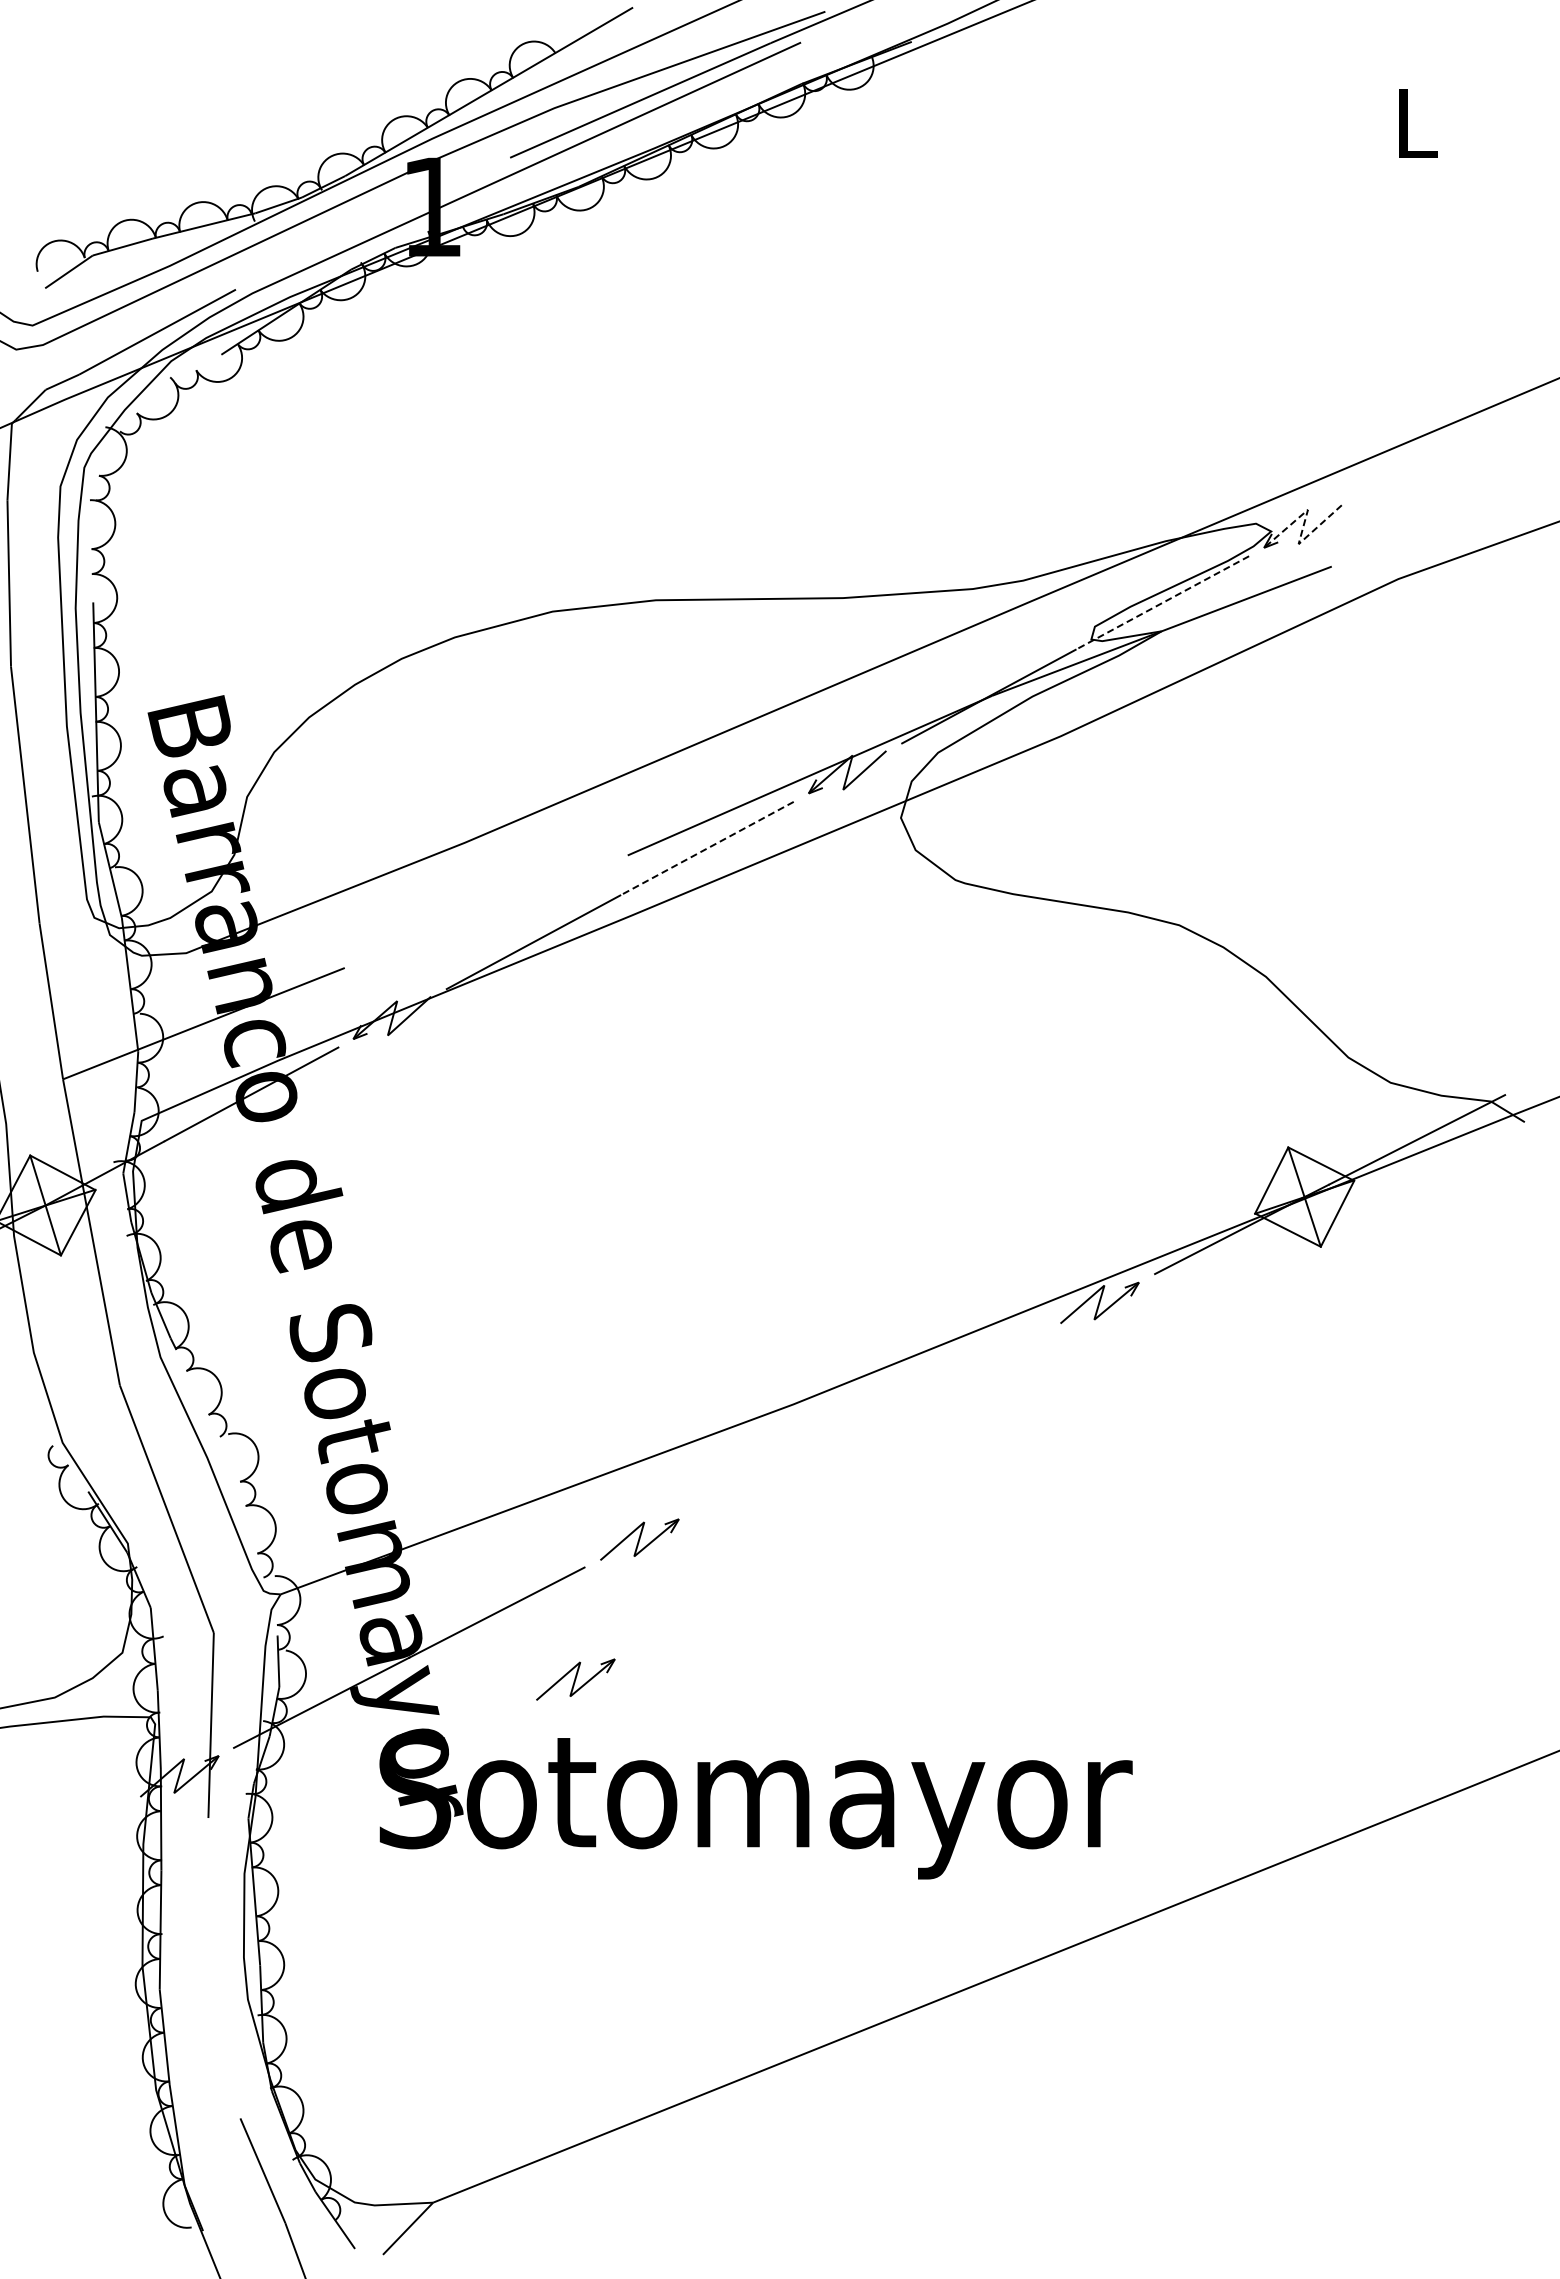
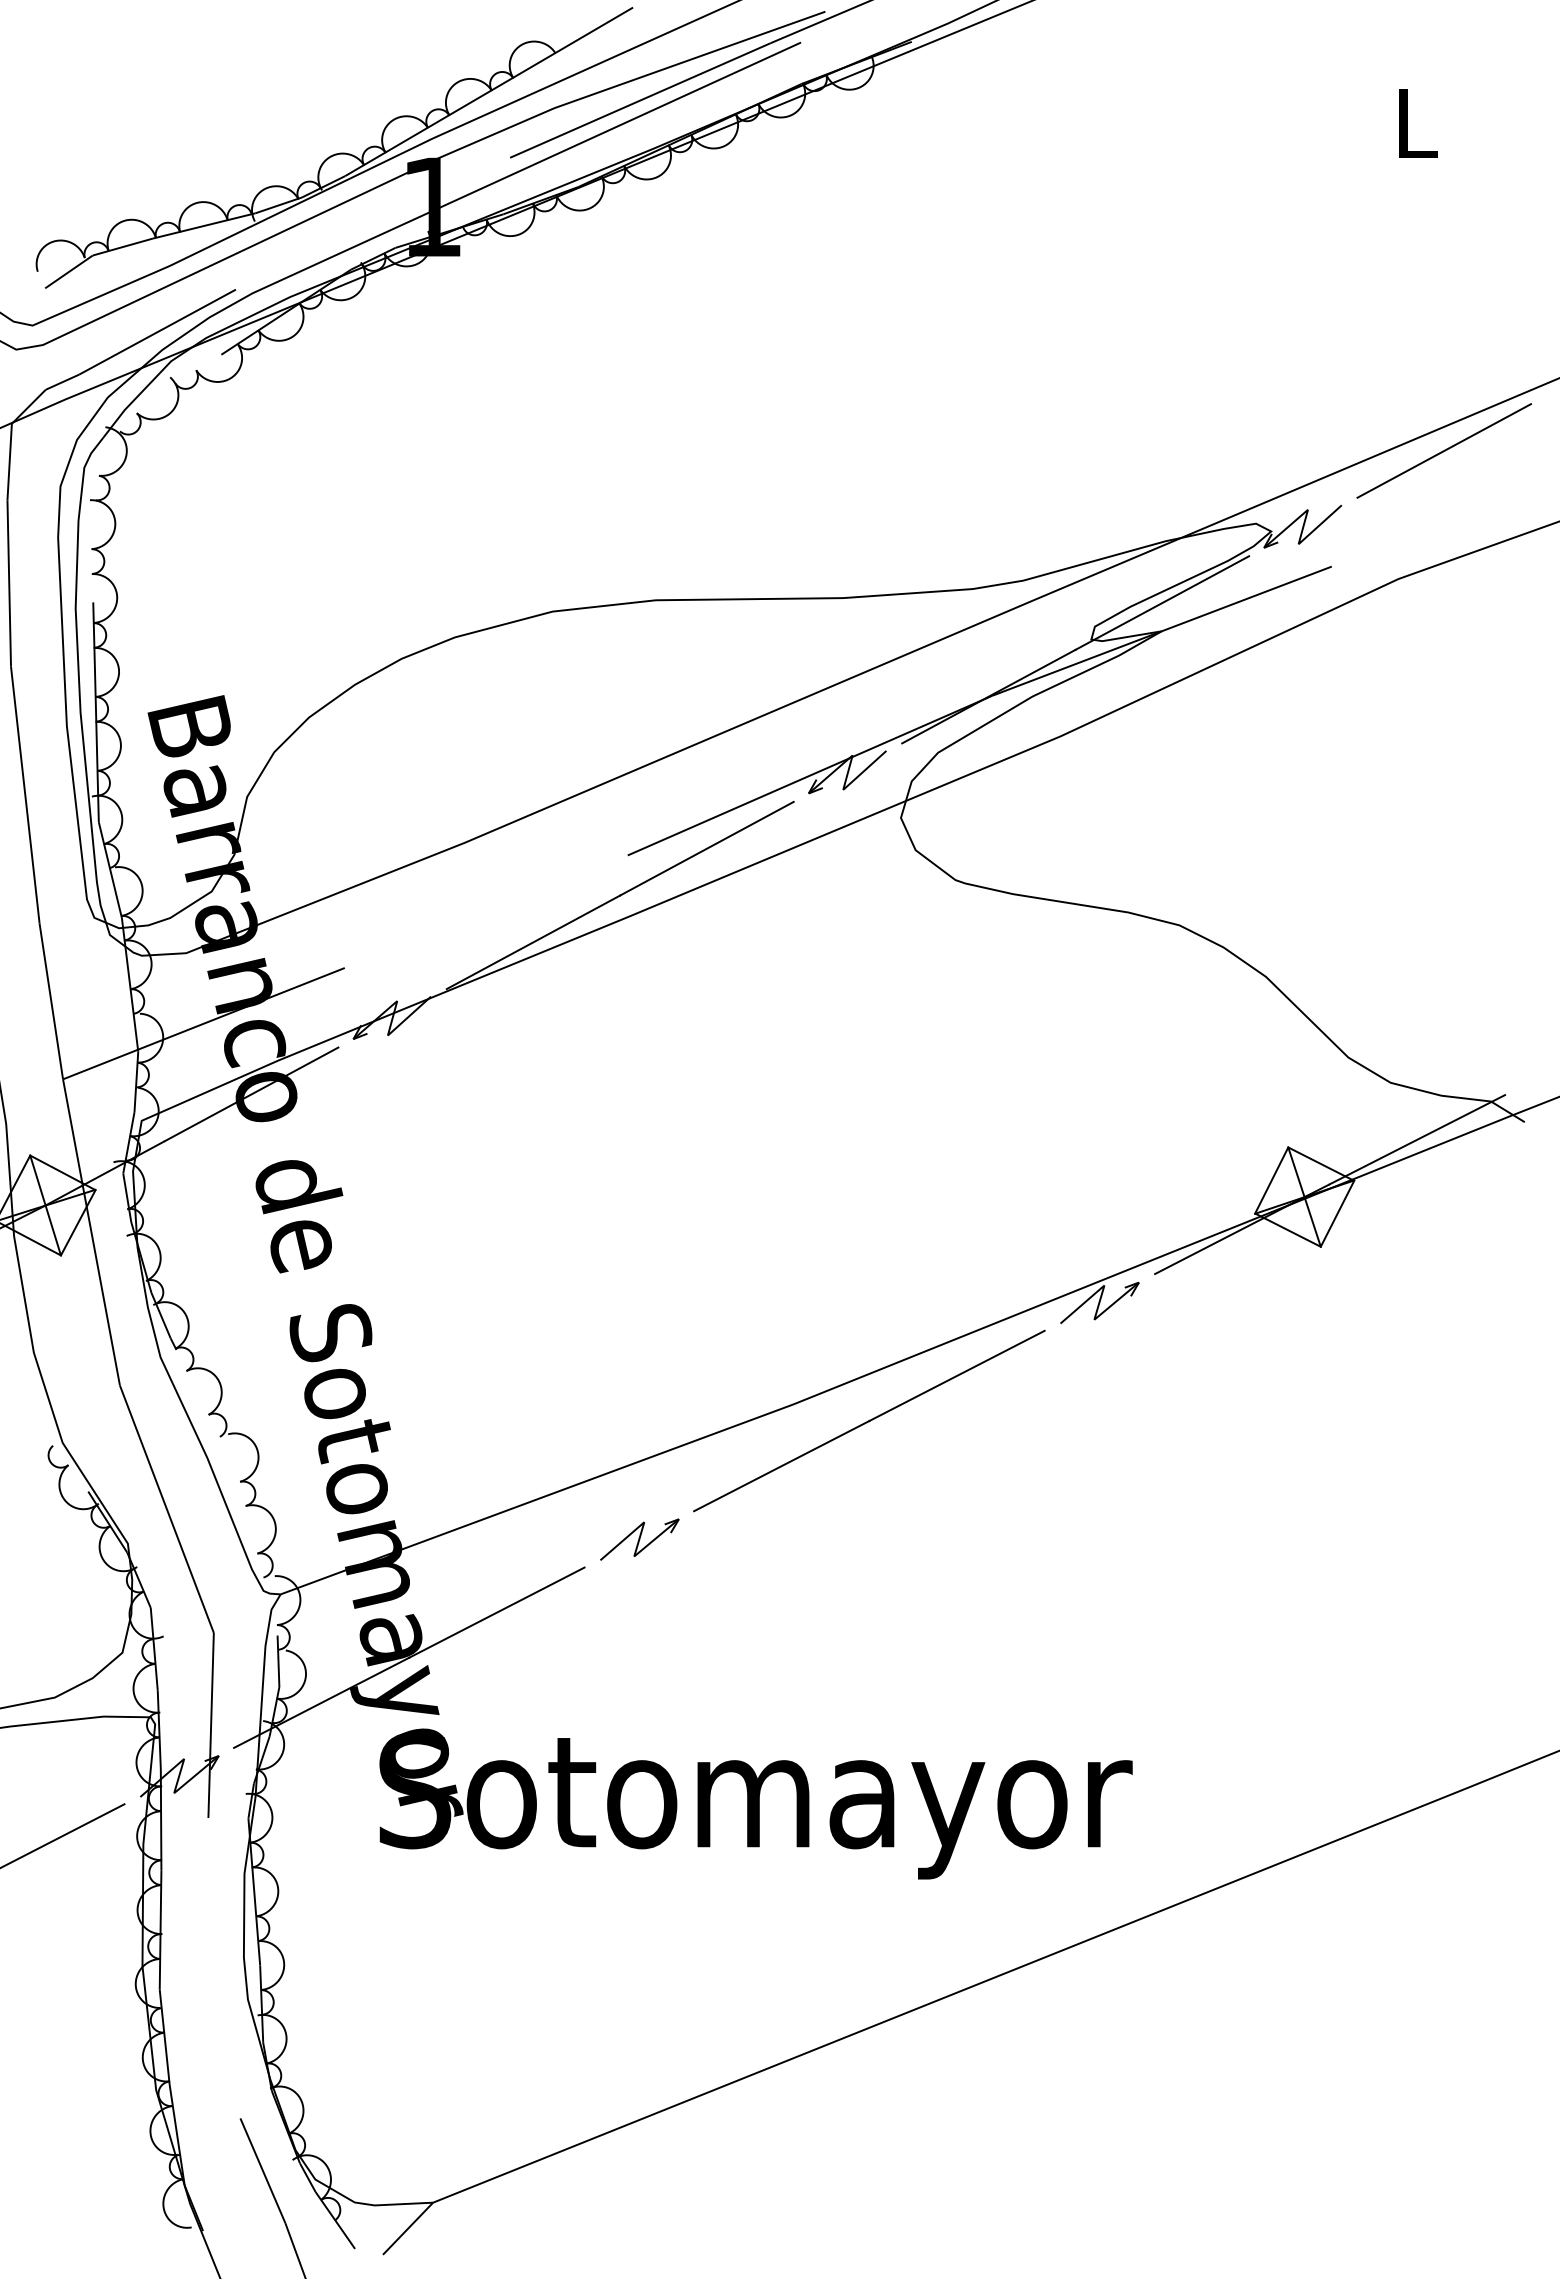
line at (1443, 450): none -> present
line at (1303, 527): dashed -> solid
line at (1162, 603): dashed -> solid
line at (707, 848): dashed -> solid
line at (869, 1420): none -> present
part at (575, 1679): present -> none
line at (63, 1835): none -> present
